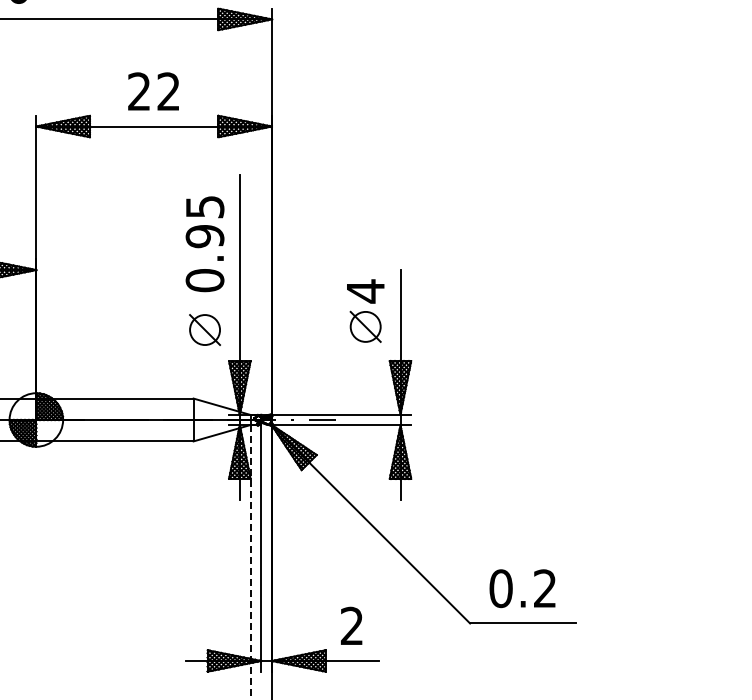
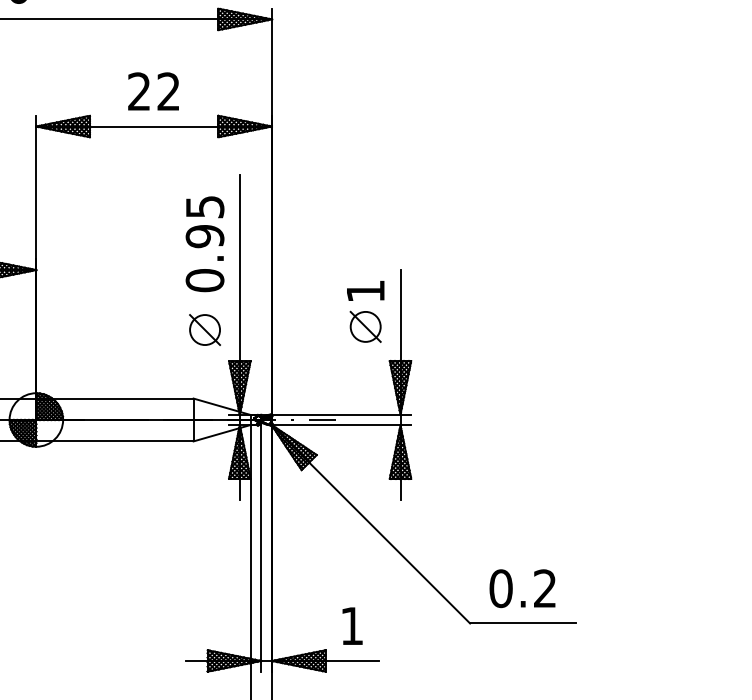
text at (365, 291): 4 -> 1
line at (250, 562): dashed -> solid
text at (351, 625): 2 -> 1
